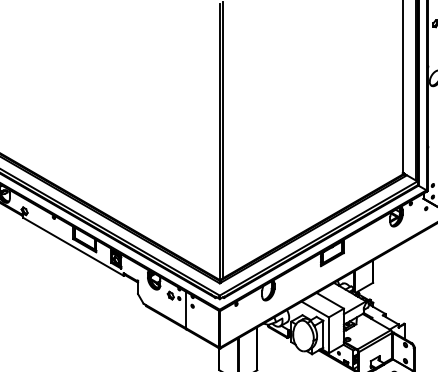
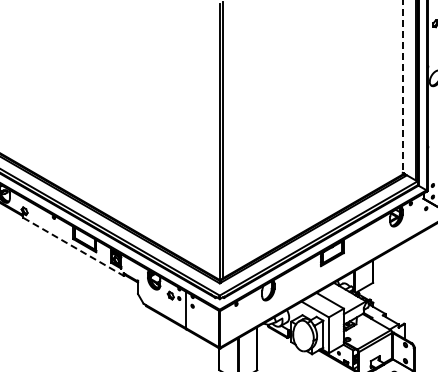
line at (402, 87): solid -> dashed
line at (73, 246): solid -> dashed
